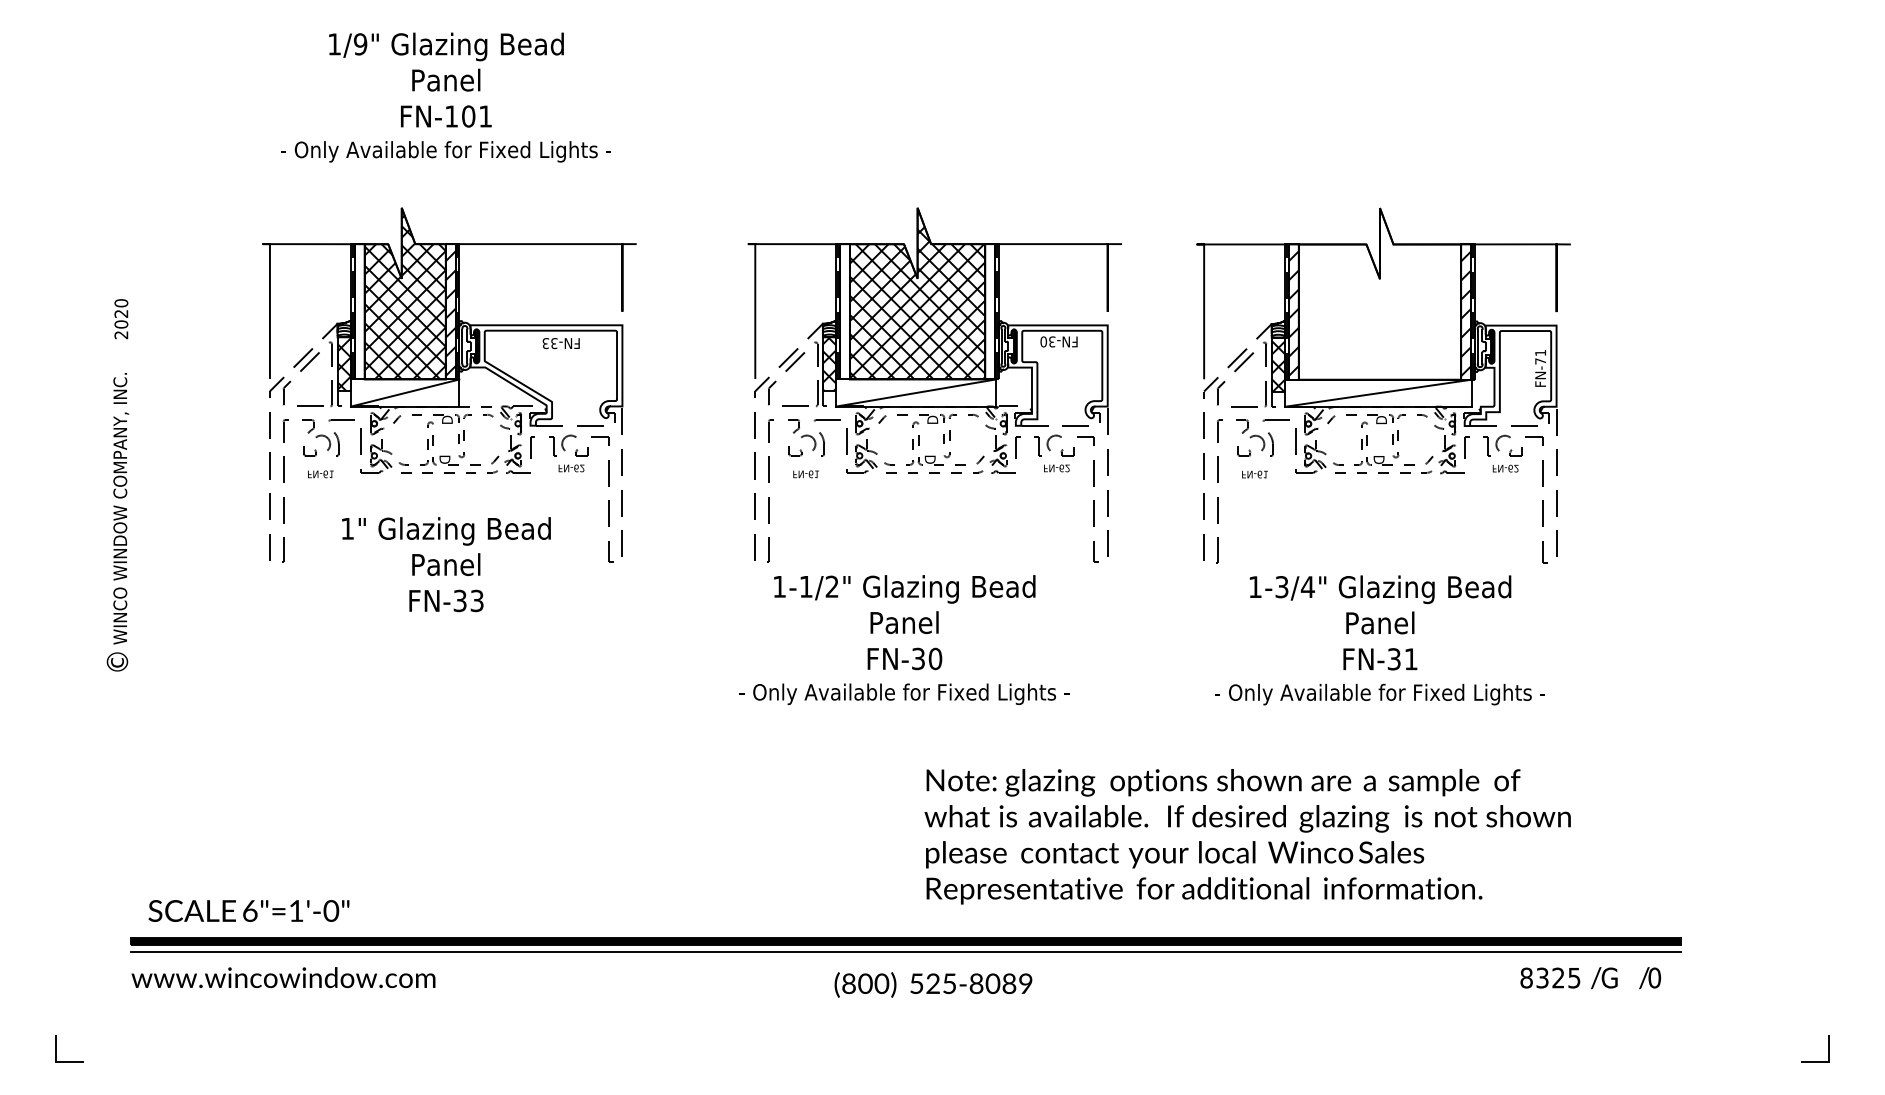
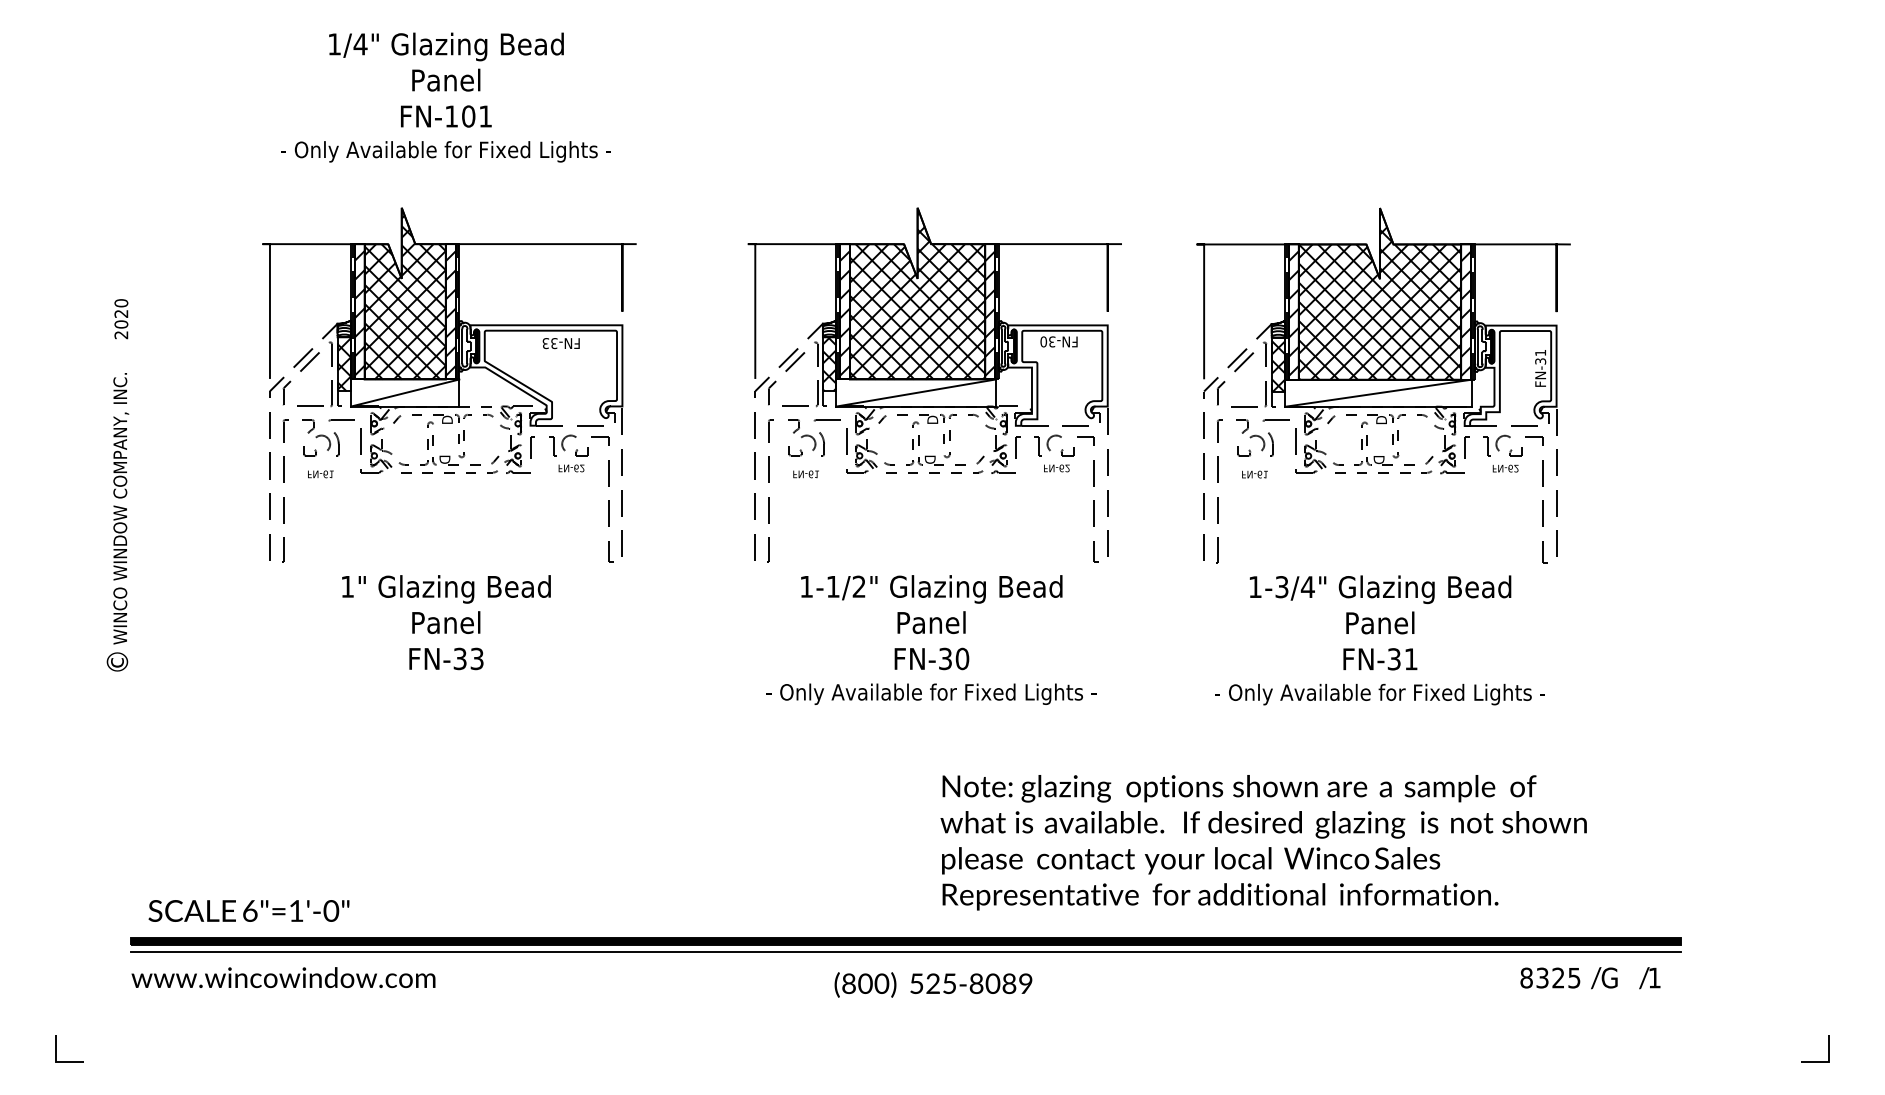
text at (360, 44): 1/9" -> 1/4"
hatch at (1379, 294): none -> present
hatch at (359, 313): none -> present
hatch at (844, 313): none -> present
hatch at (990, 313): none -> present
text at (1540, 361): FN-71 -> FN-31
text at (446, 564) position: (446, 564) -> (446, 622)
text at (904, 639) position: (904, 639) -> (931, 639)
text at (1247, 836) position: (1247, 836) -> (1263, 842)
text at (1654, 977): 0 -> 1
